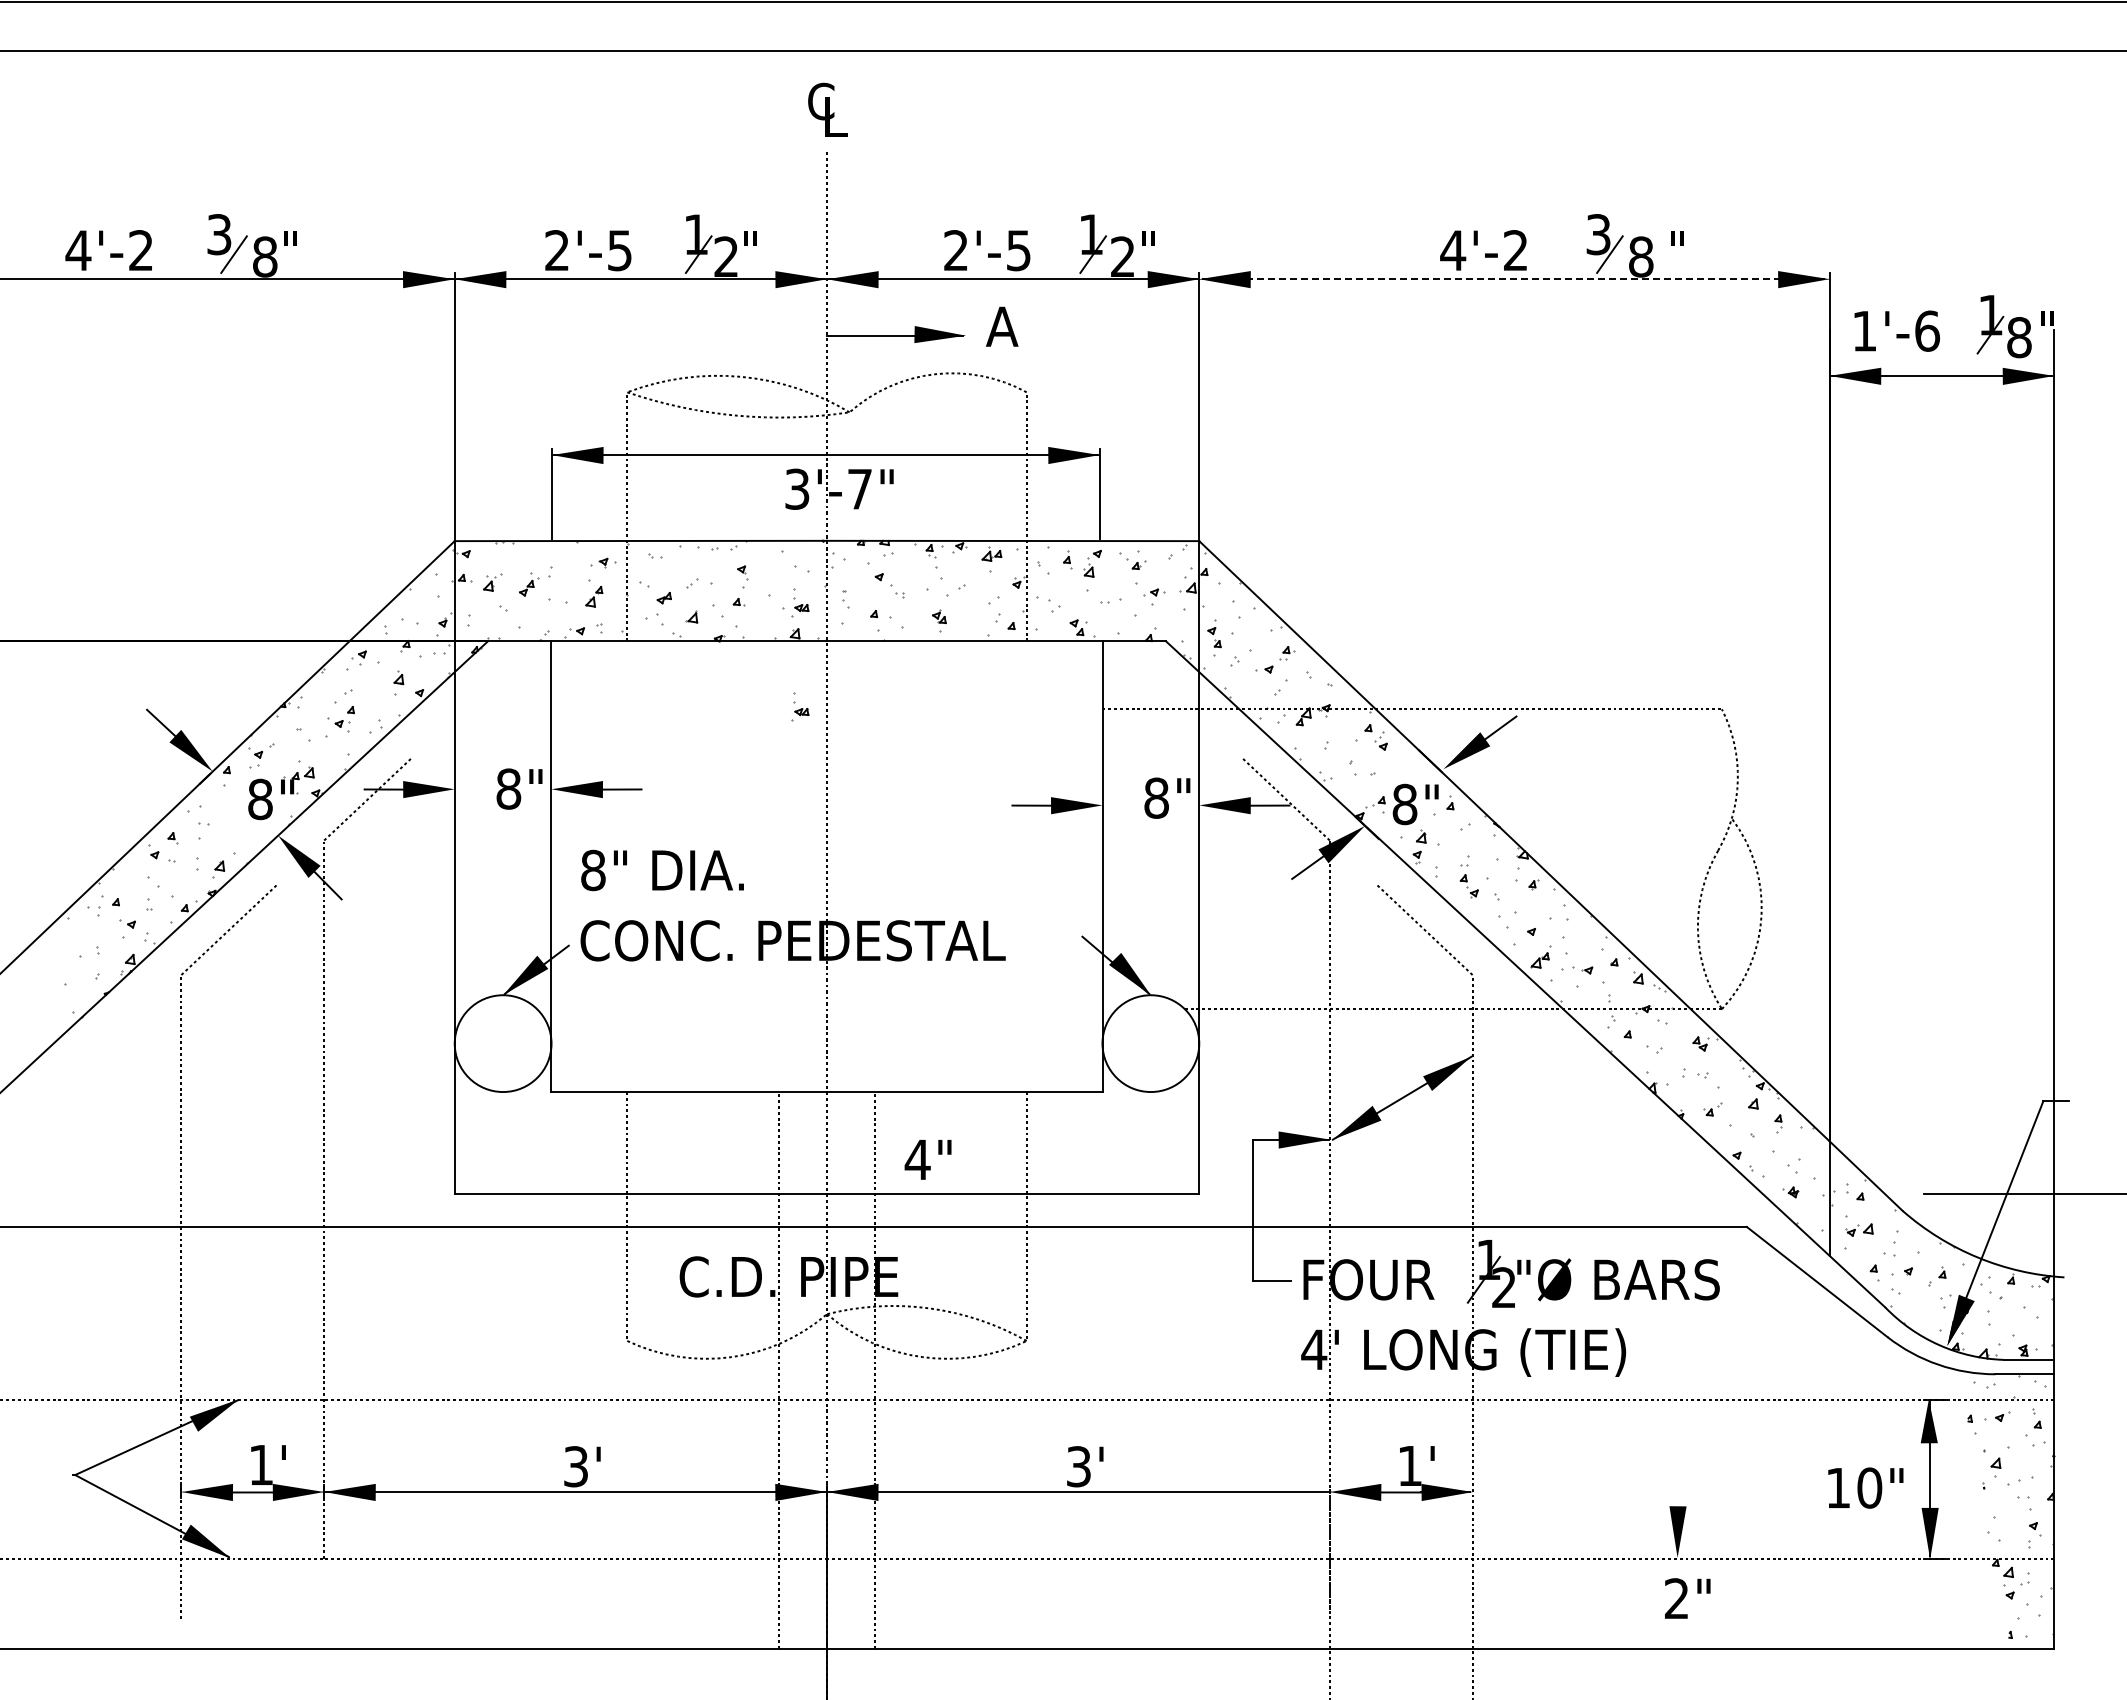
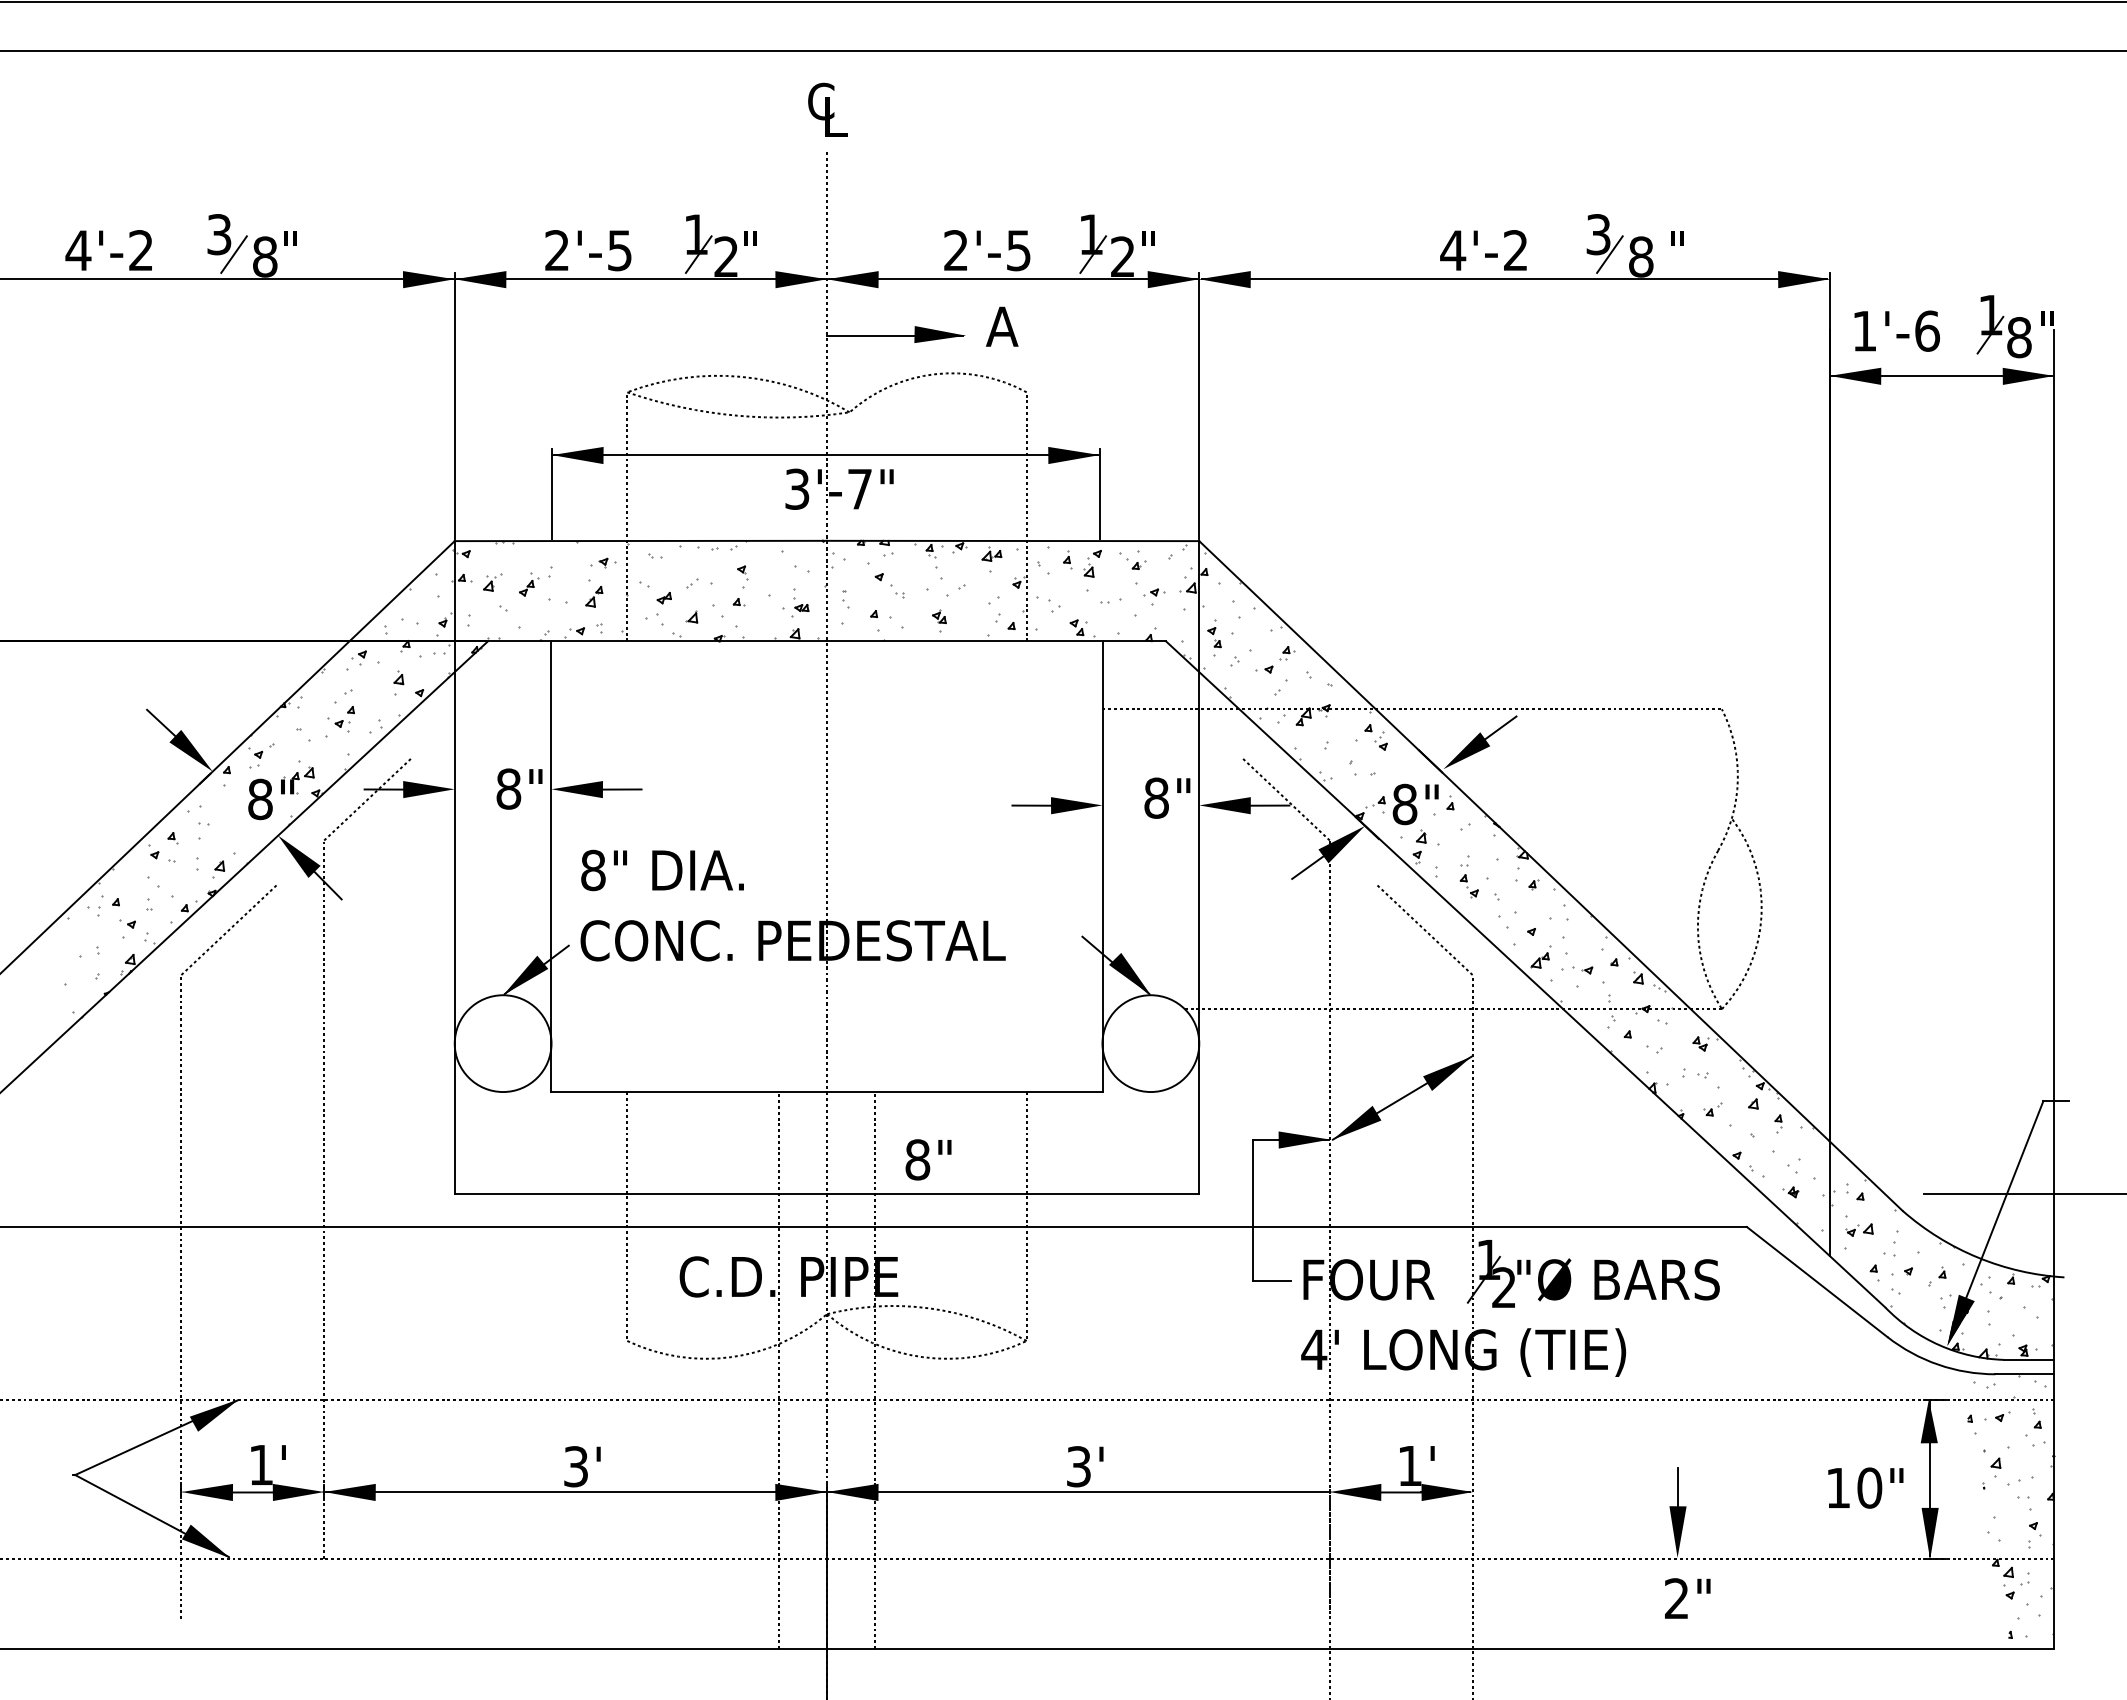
line at (1514, 279): dashed -> solid
part at (800, 706): present -> none
text at (917, 1159): 4" -> 8"
line at (1678, 1486): none -> present
